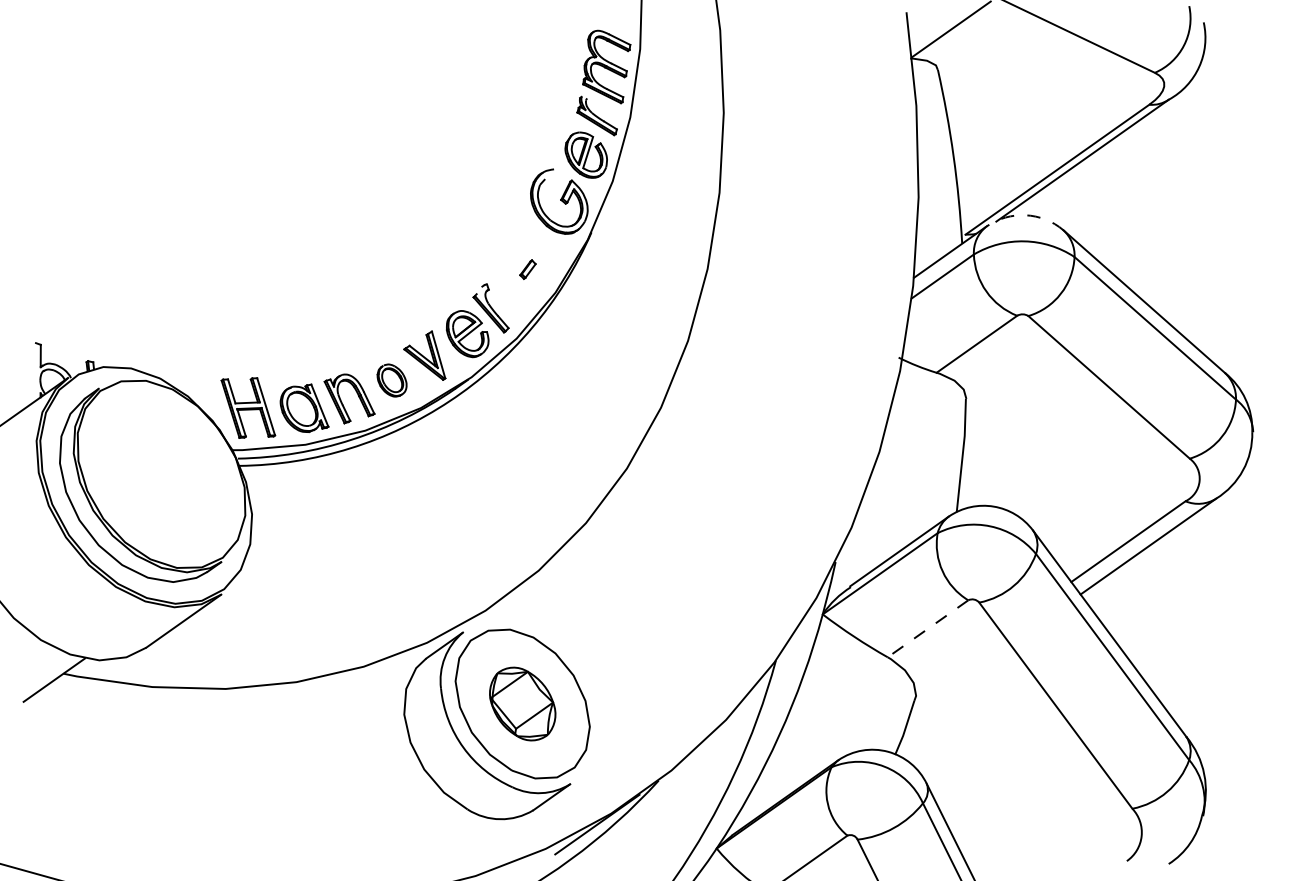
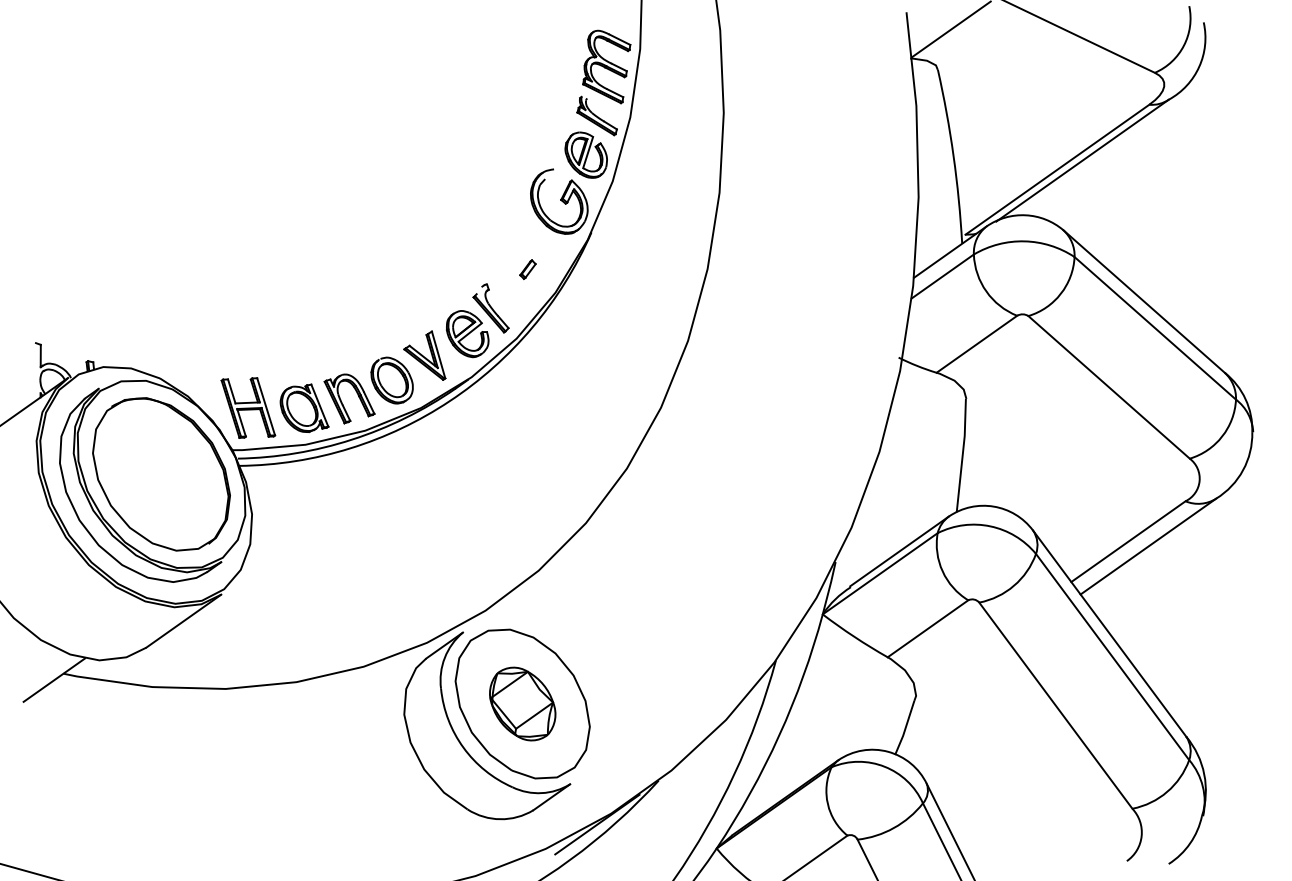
arc at (1025, 215): dashed -> solid
part at (391, 380) size: 32x35 px -> 44x49 px
part at (161, 474): none -> present
line at (927, 629): dashed -> solid
